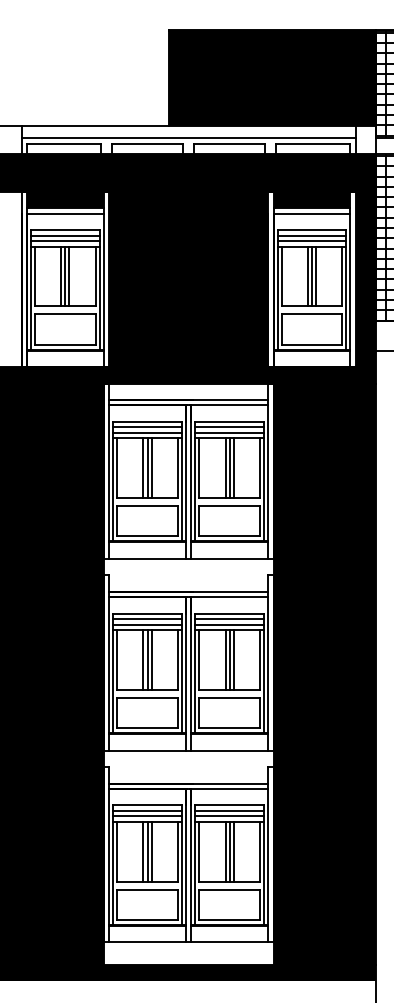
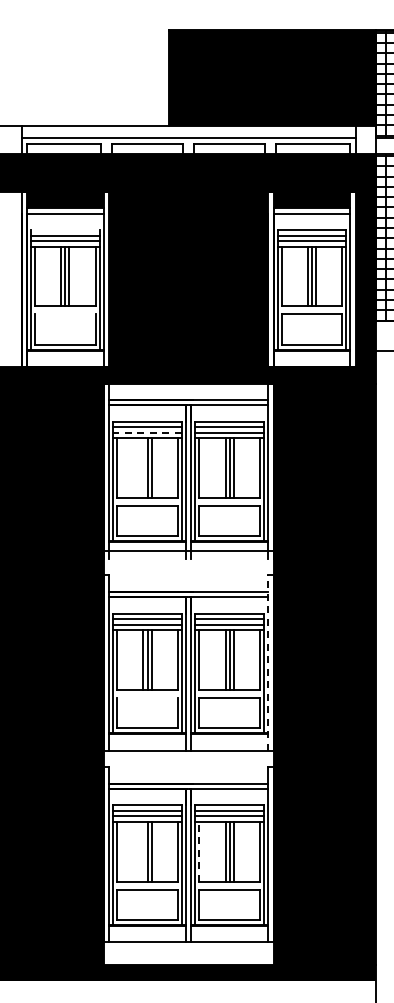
line at (65, 230): present -> none
line at (64, 314): present -> none
line at (147, 432): solid -> dashed
line at (143, 468): present -> none
line at (188, 558) position: (188, 558) -> (188, 550)
line at (268, 663): solid -> dashed
line at (147, 698): present -> none
line at (143, 851): present -> none
line at (199, 851): solid -> dashed
